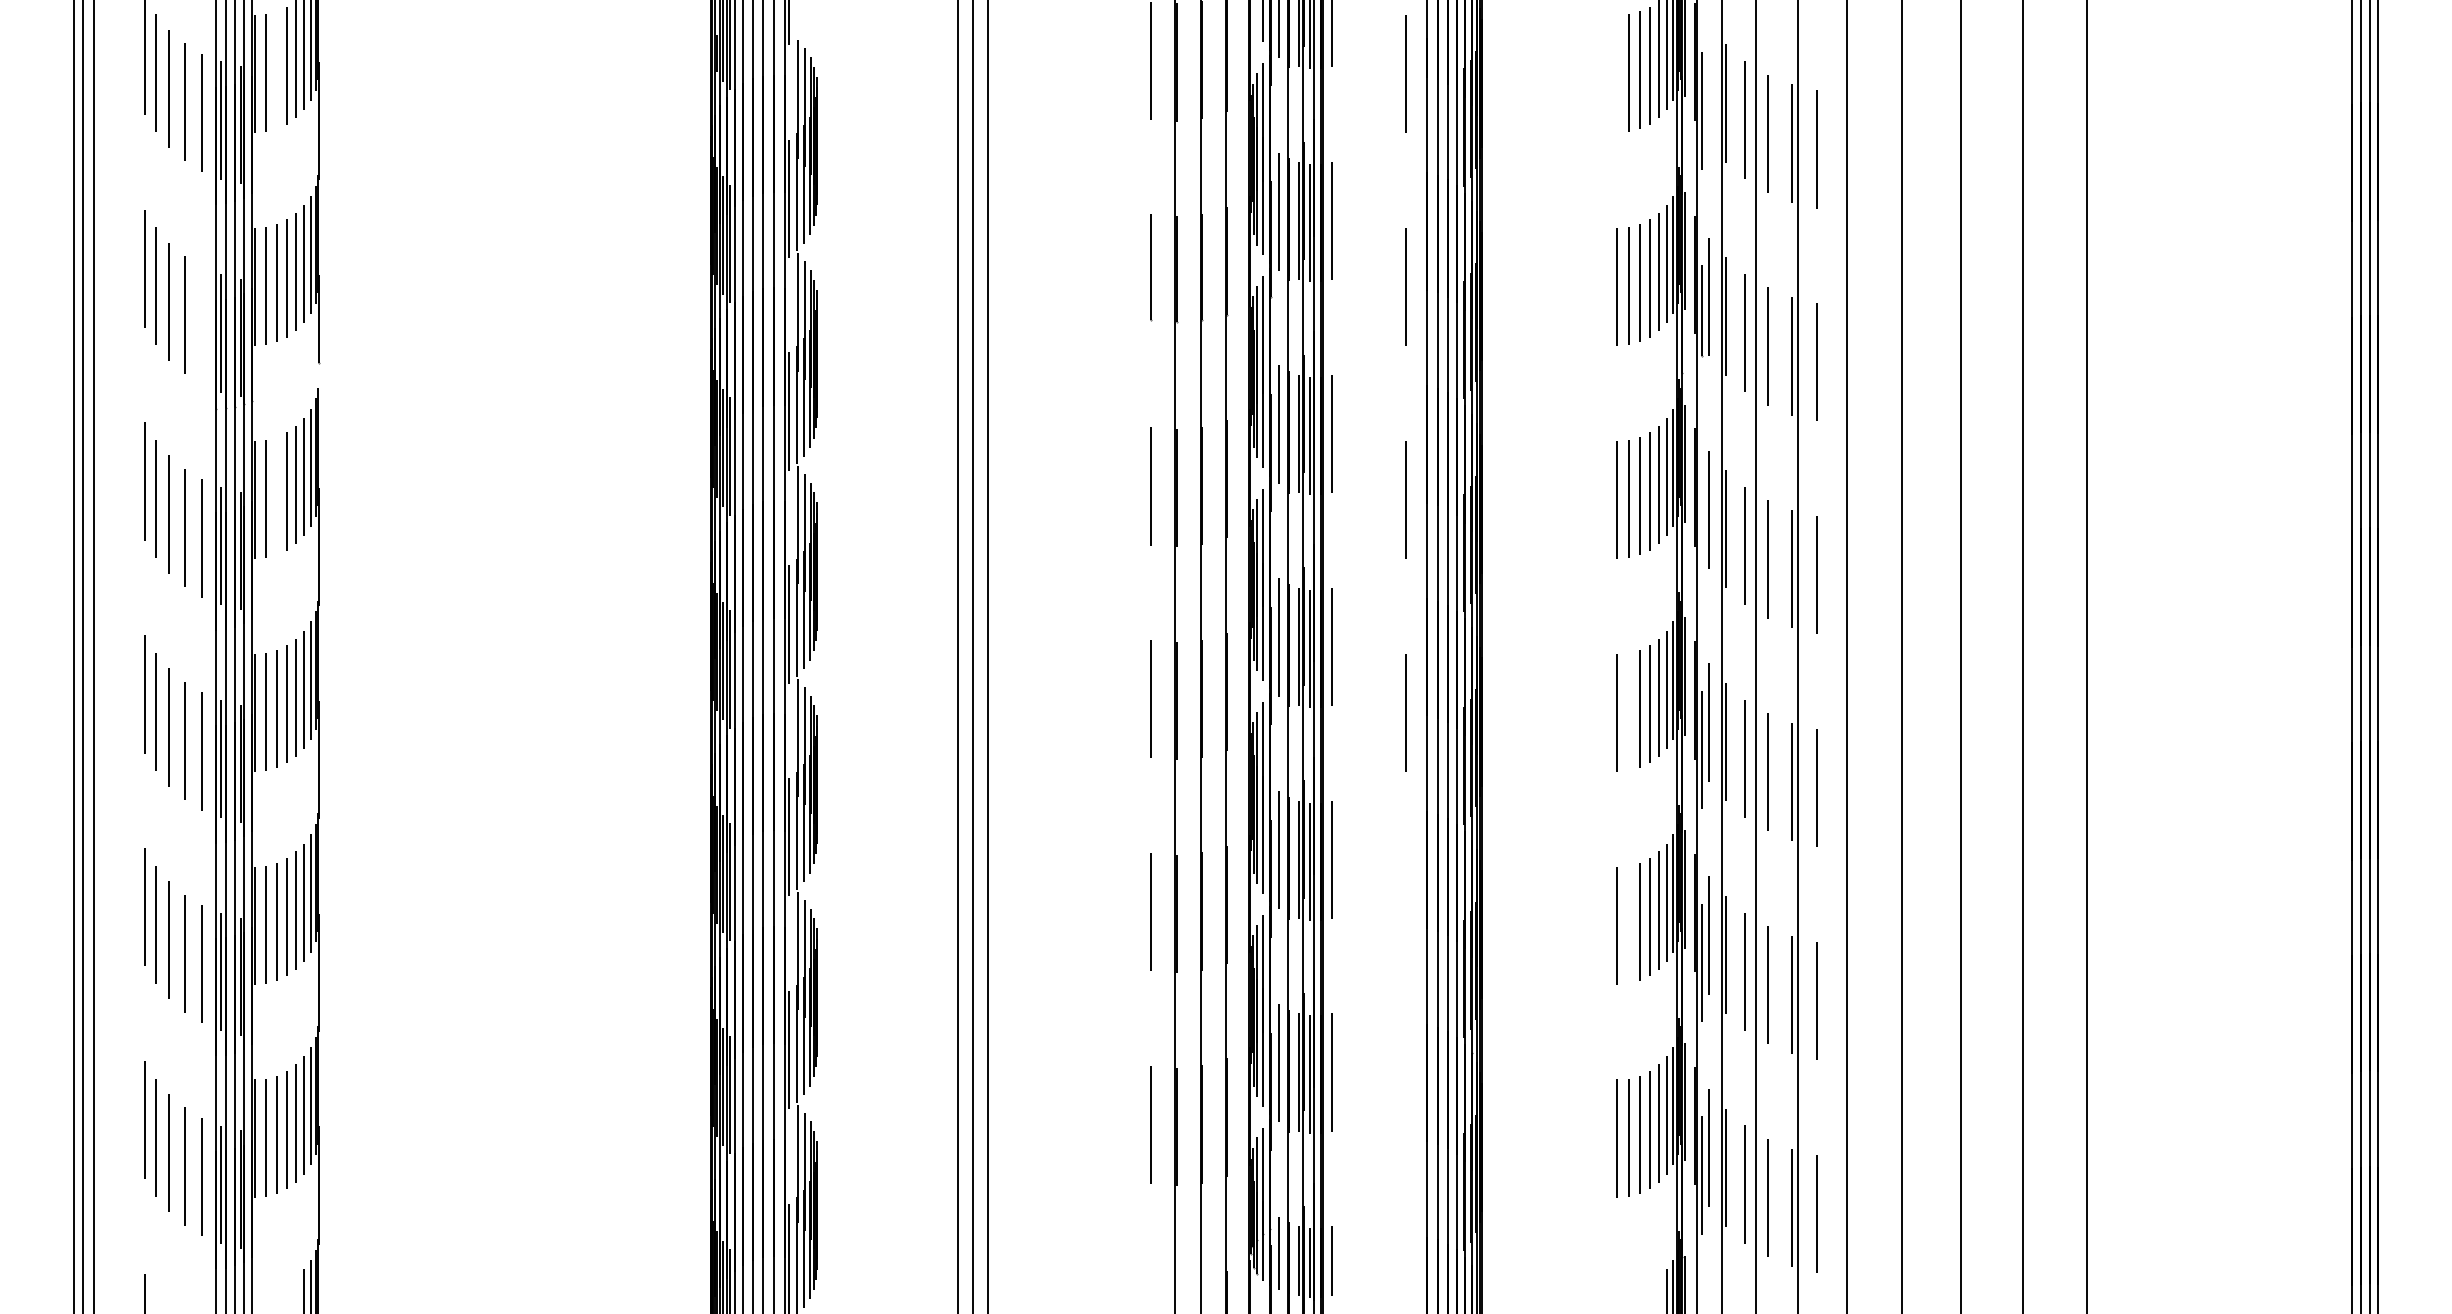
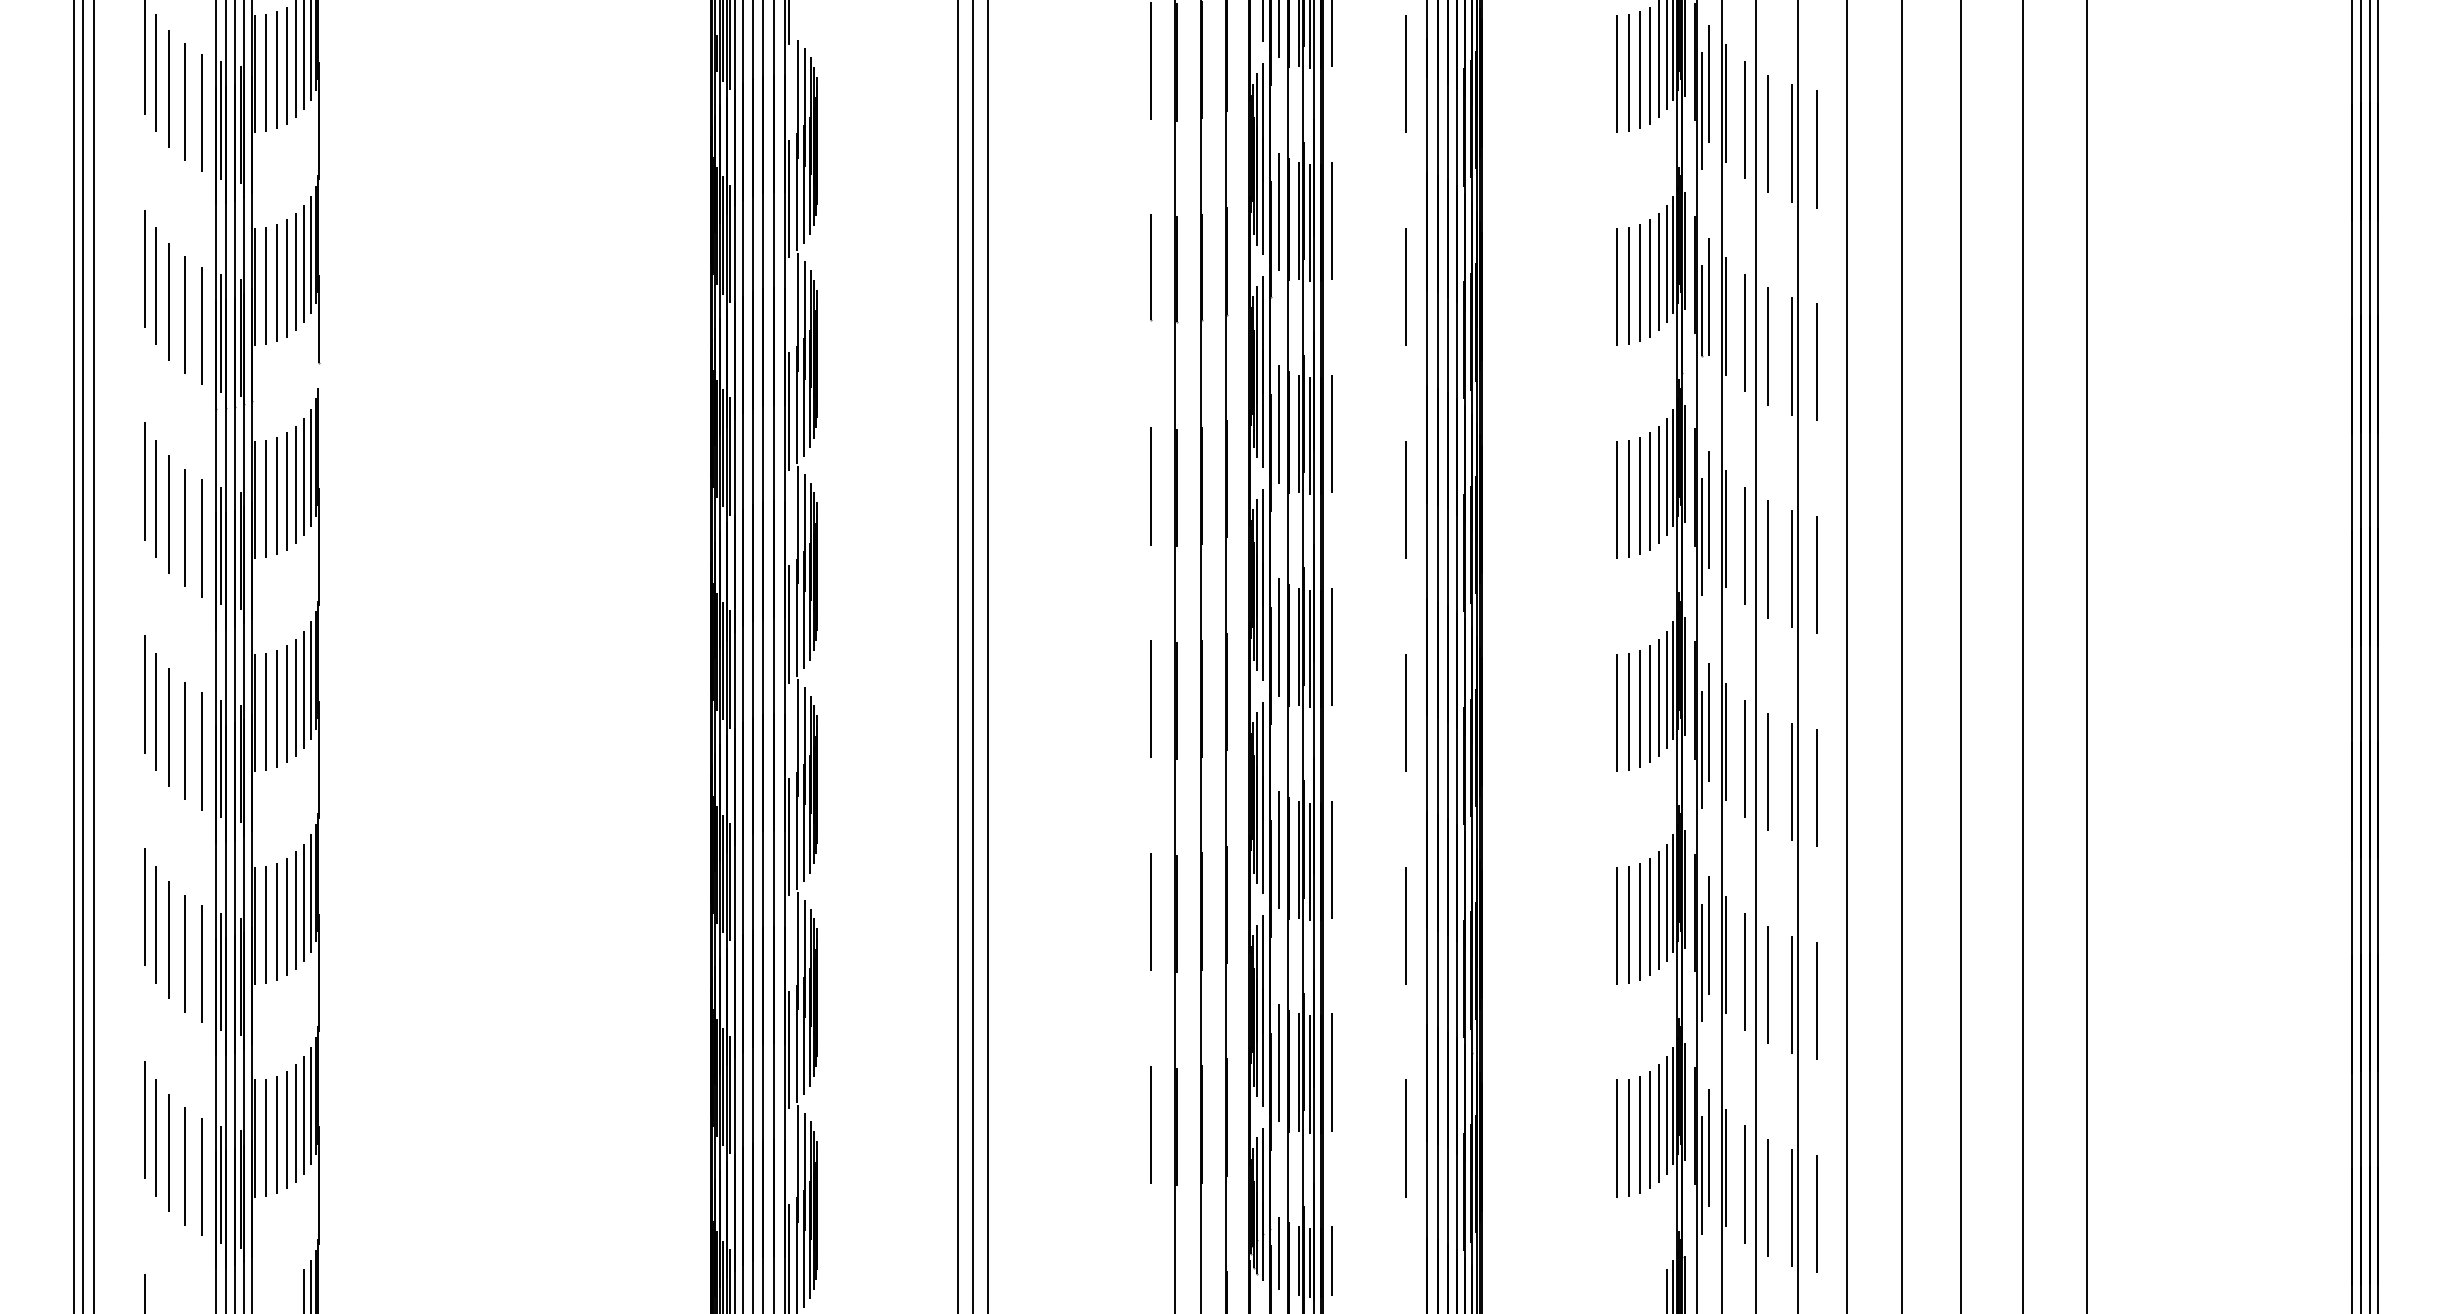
line at (277, 70): none -> present
line at (1616, 73): none -> present
line at (1708, 83): none -> present
line at (202, 325): none -> present
line at (276, 495): none -> present
line at (1701, 536): none -> present
line at (1628, 711): none -> present
line at (1628, 924): none -> present
line at (1406, 925): none -> present
line at (1406, 1138): none -> present
